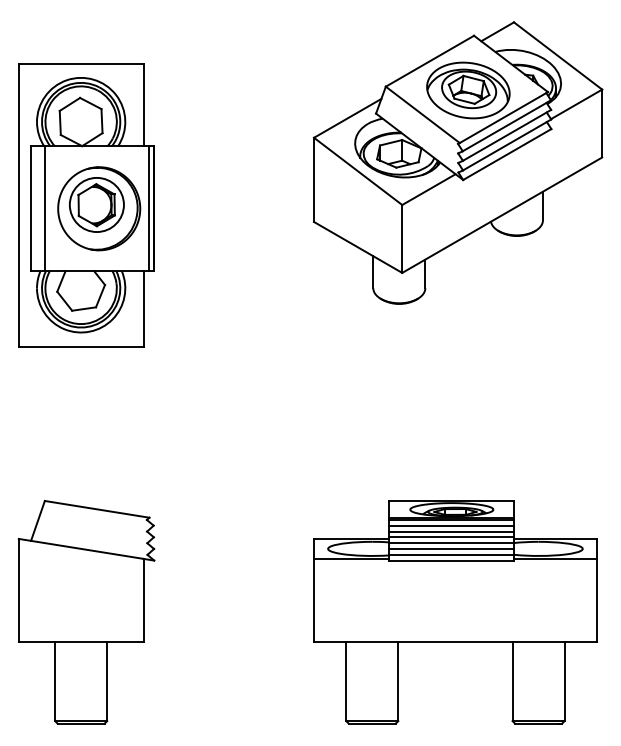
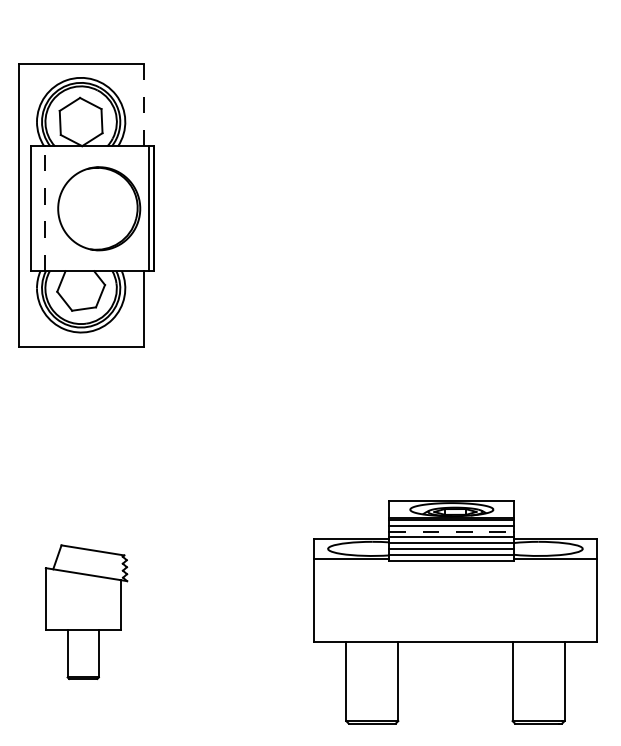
line at (143, 104): solid -> dashed
part at (457, 162): present -> none
part at (96, 204): present -> none
line at (44, 208): solid -> dashed
line at (452, 531): solid -> dashed
part at (86, 611) size: 139x226 px -> 85x136 px
